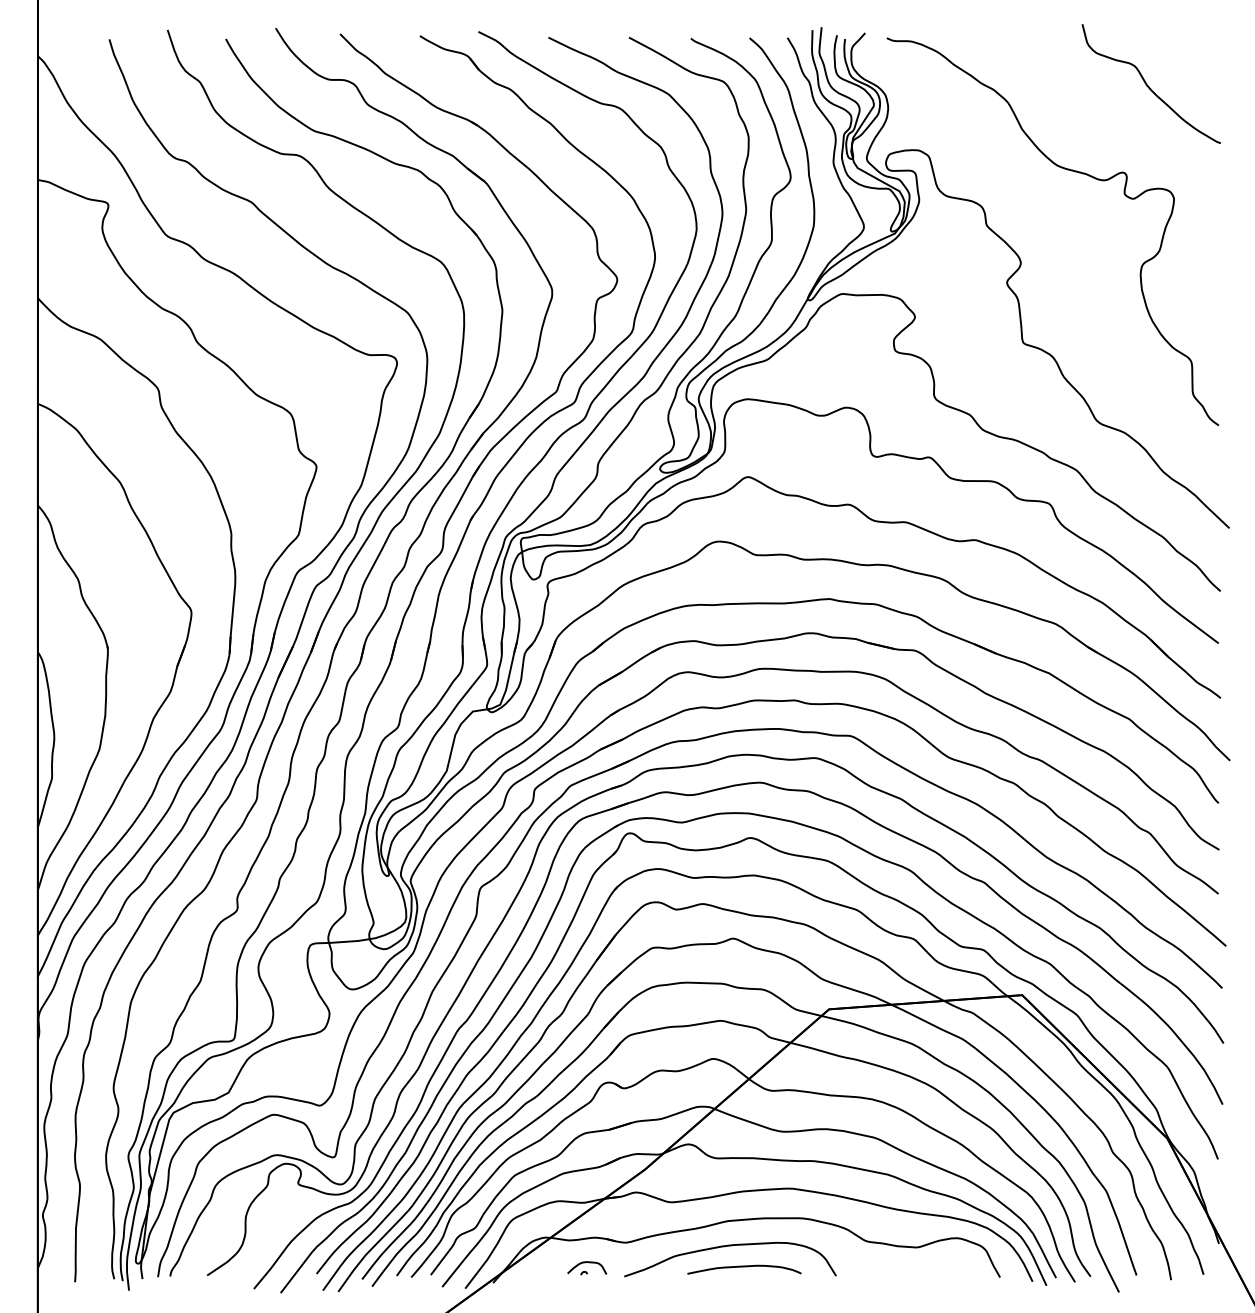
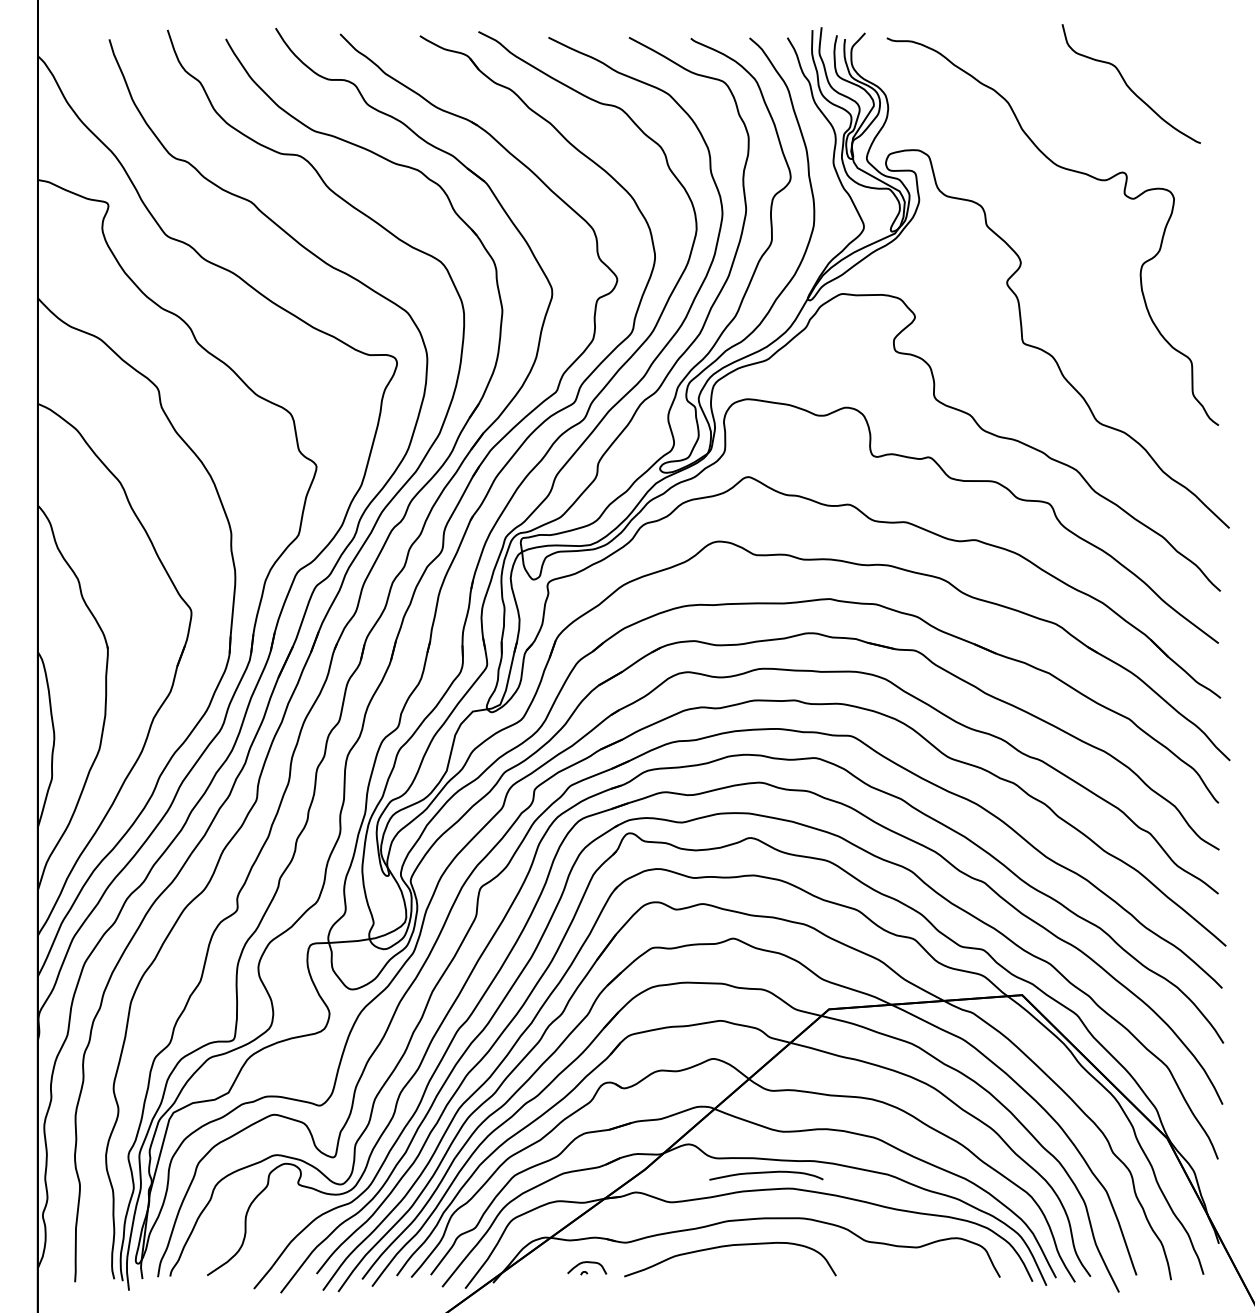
curve at (1148, 85) position: (1148, 85) -> (1128, 85)
curve at (744, 1267) position: (744, 1267) -> (766, 1173)
